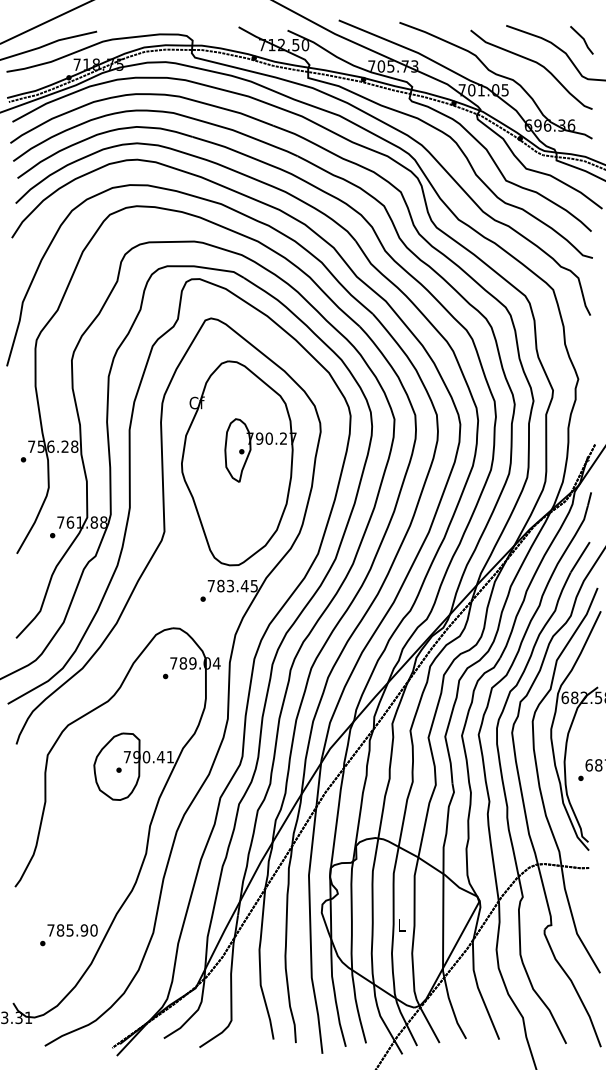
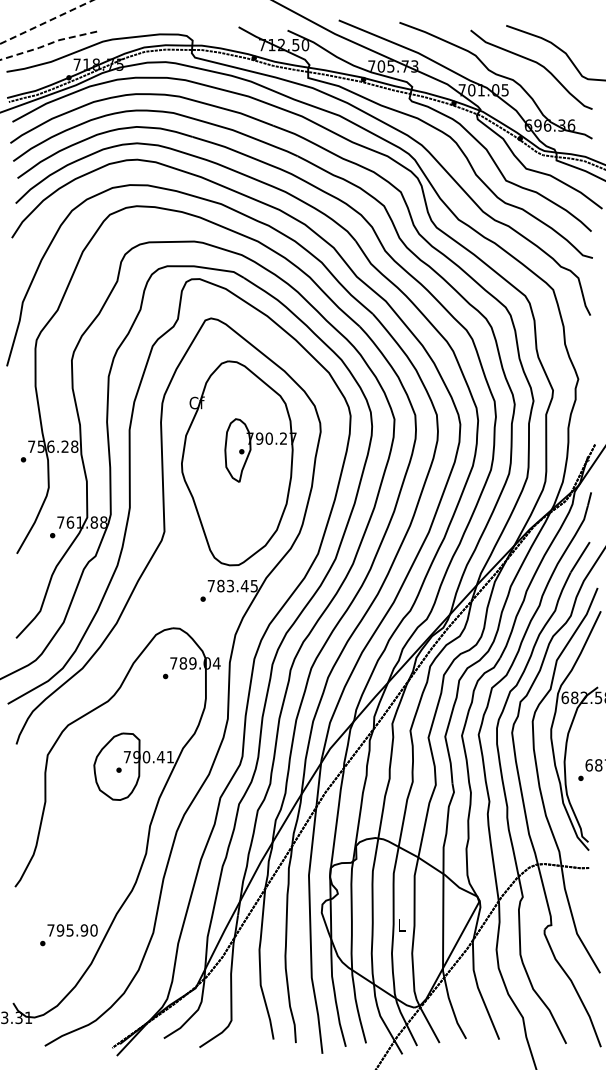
line at (46, 22): solid -> dashed
line at (582, 39): present -> none
line at (48, 44): solid -> dashed
text at (60, 930): 785.90 -> 795.90
